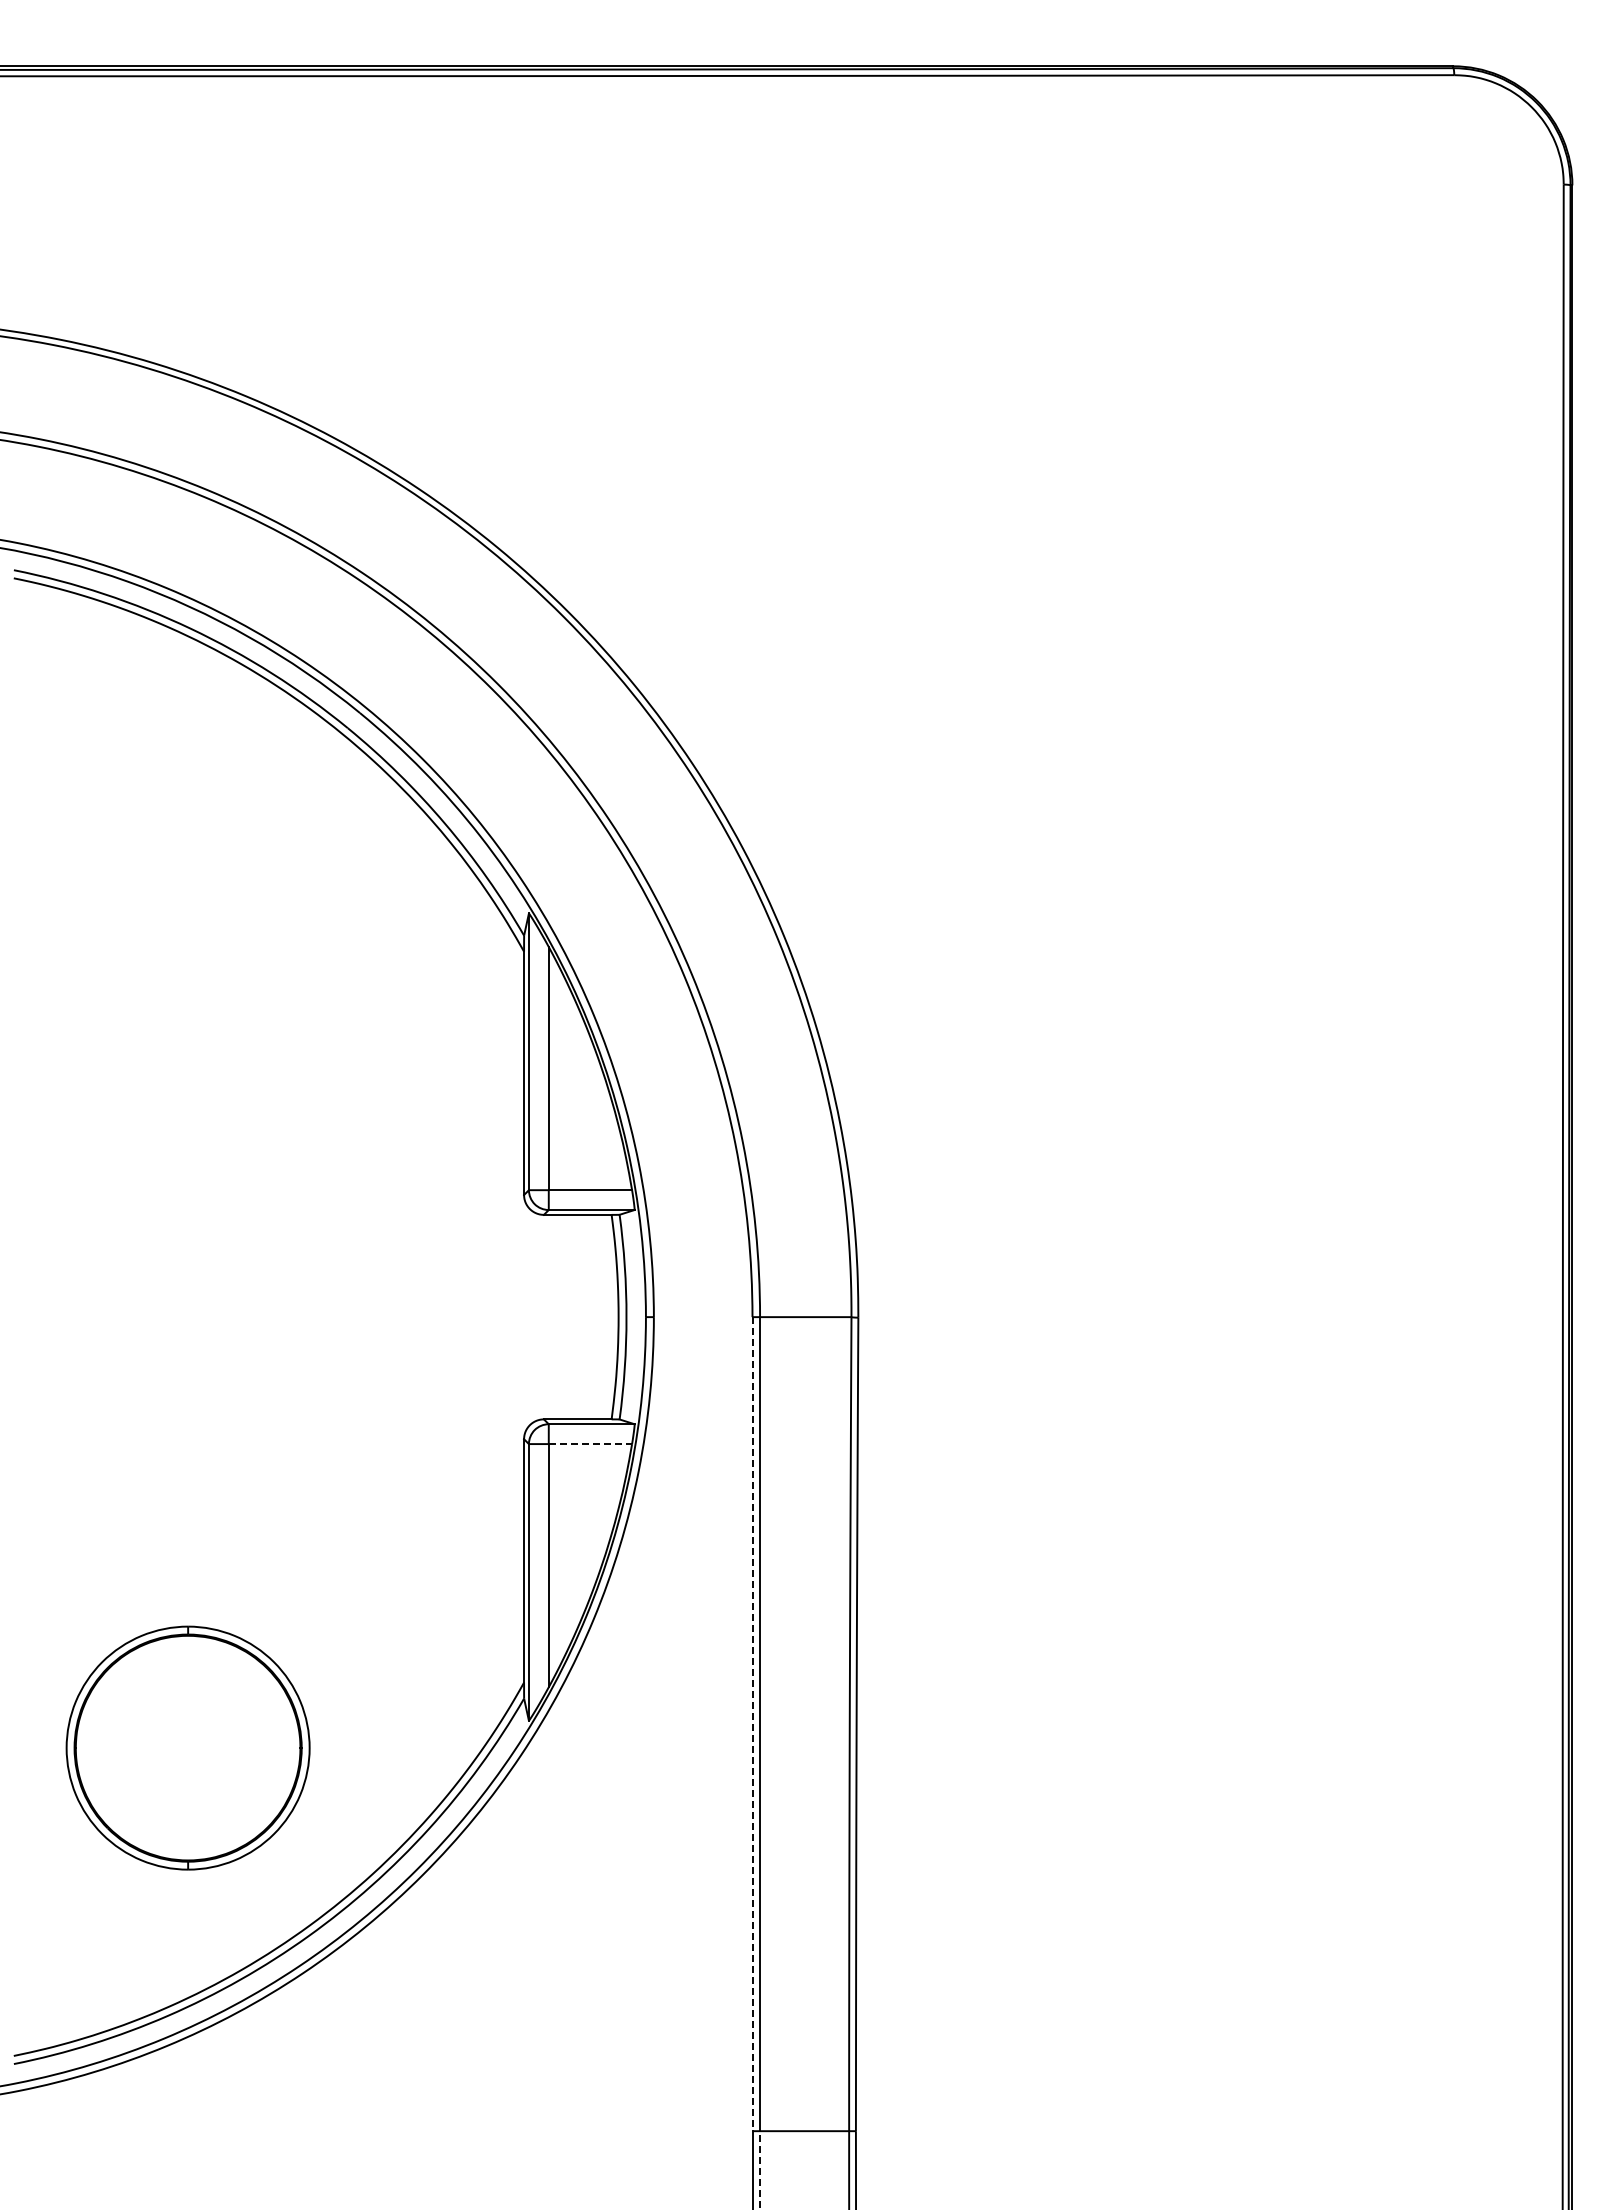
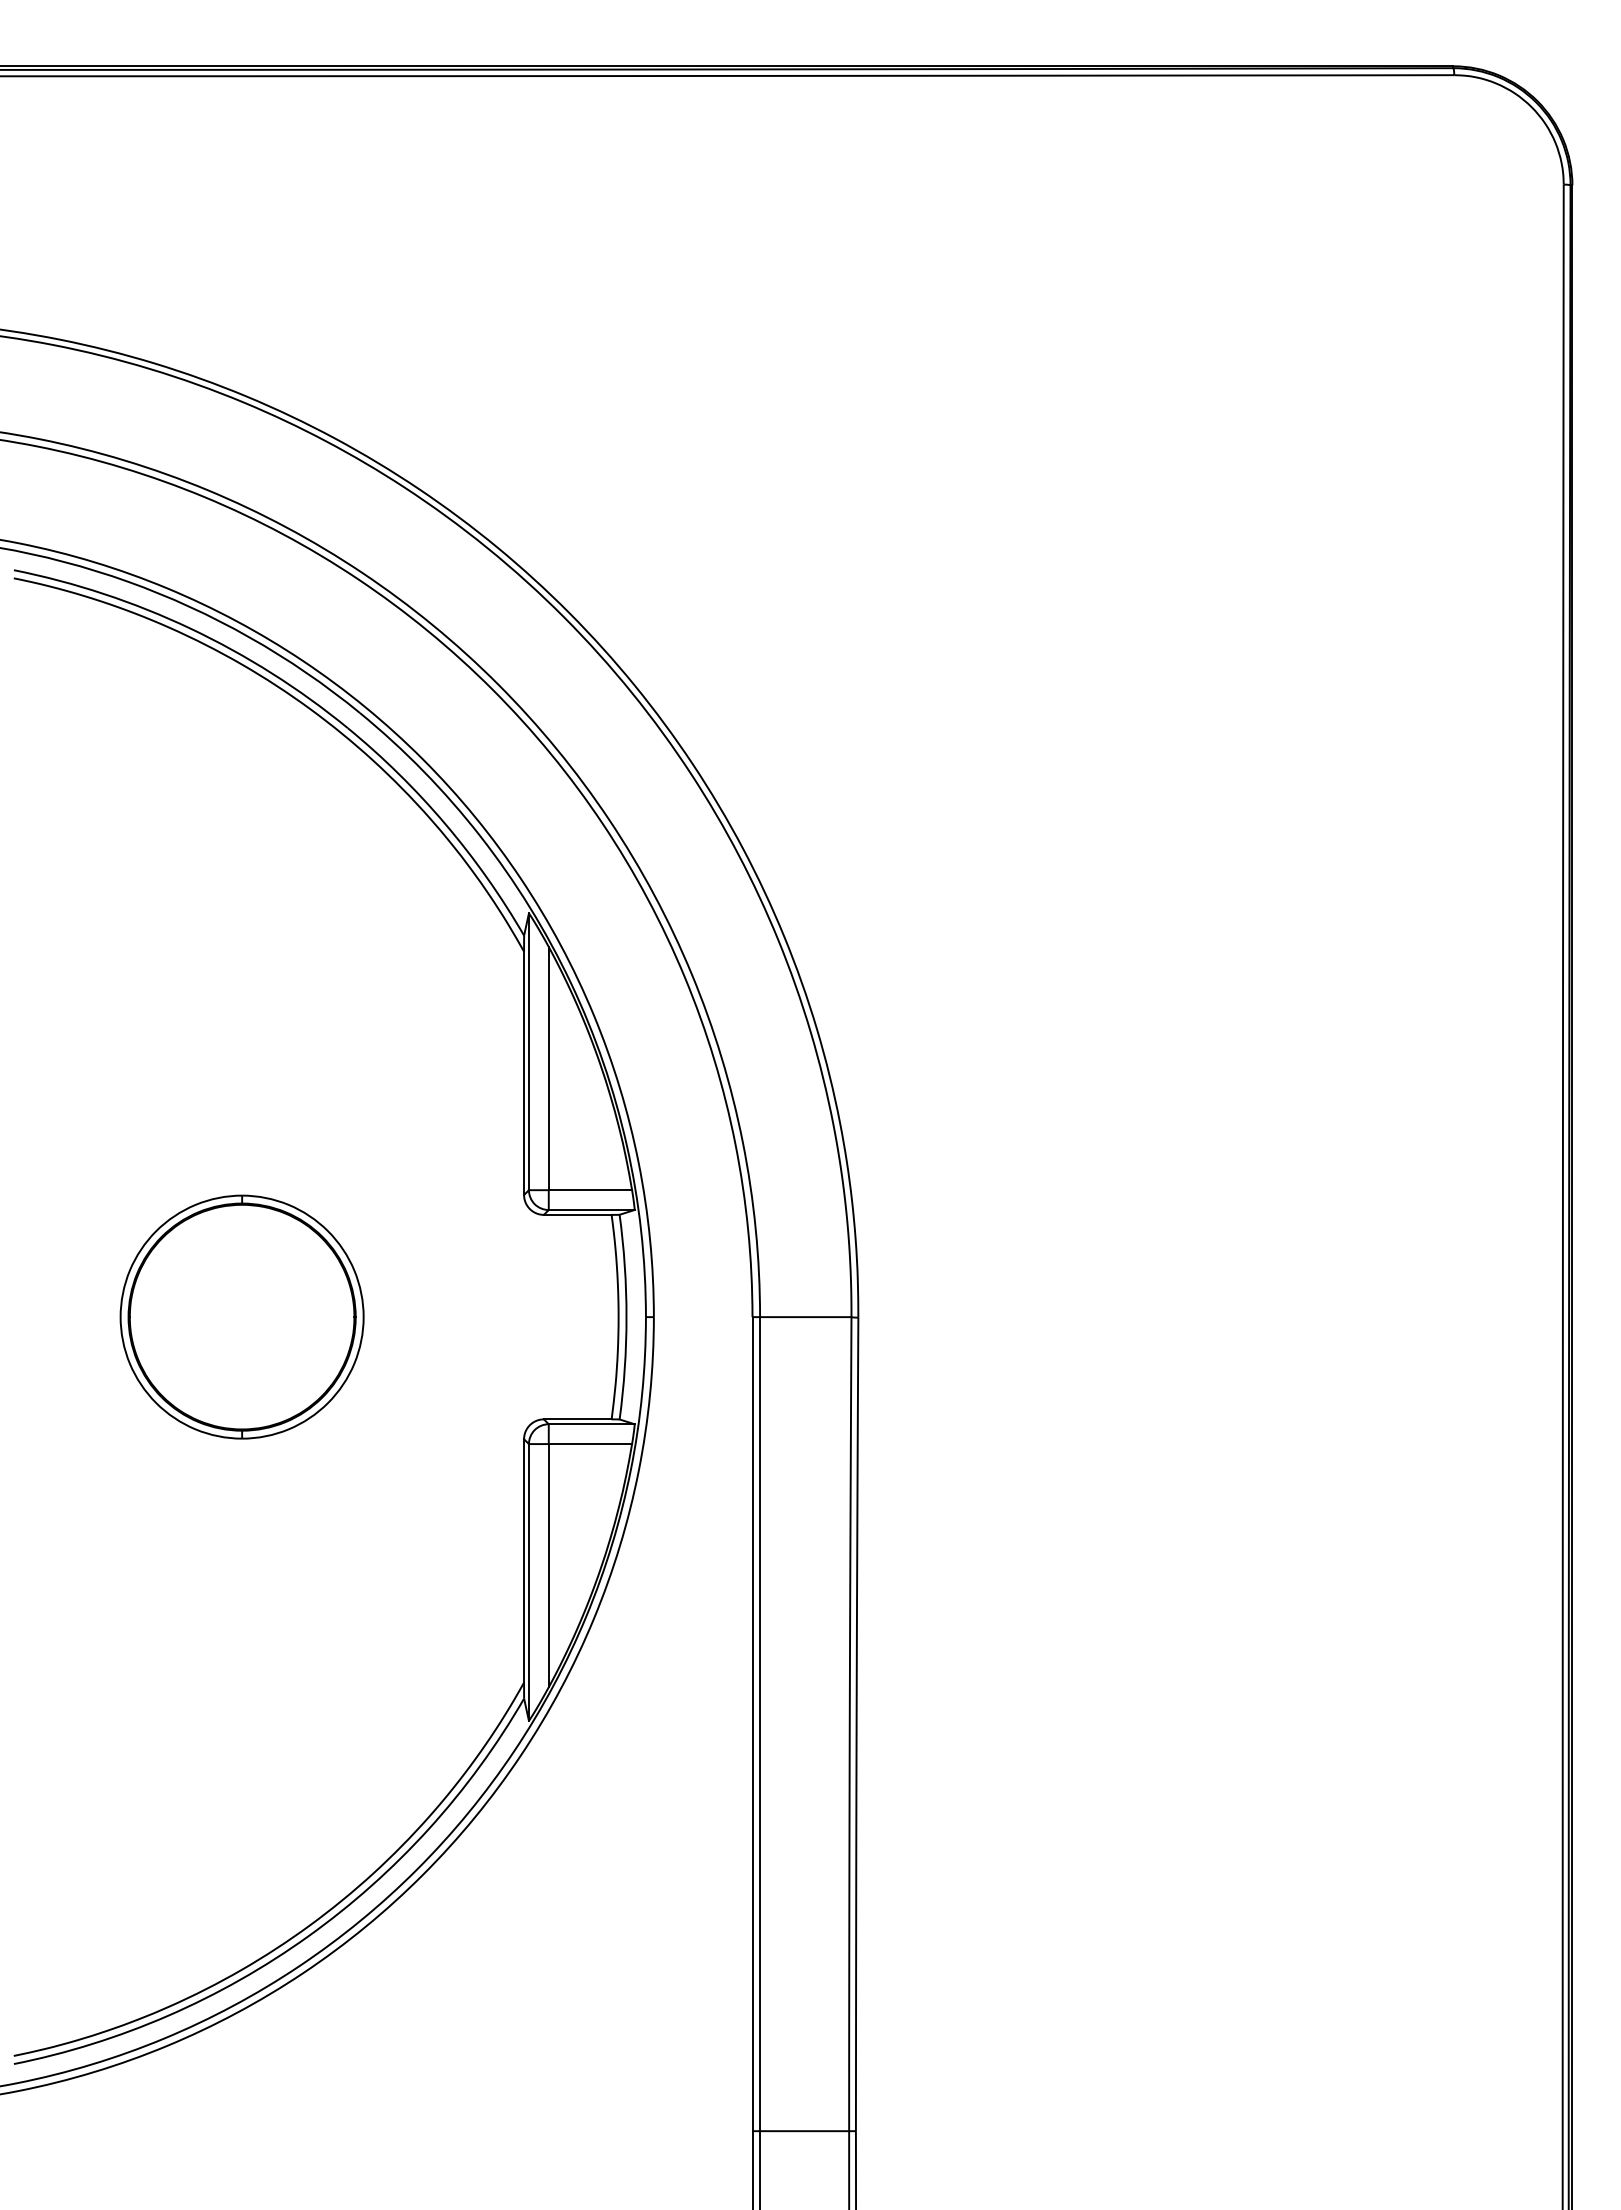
line at (590, 1444): dashed -> solid
line at (752, 1724): dashed -> solid
part at (187, 1747) position: (187, 1747) -> (241, 1316)
line at (760, 2170): dashed -> solid
